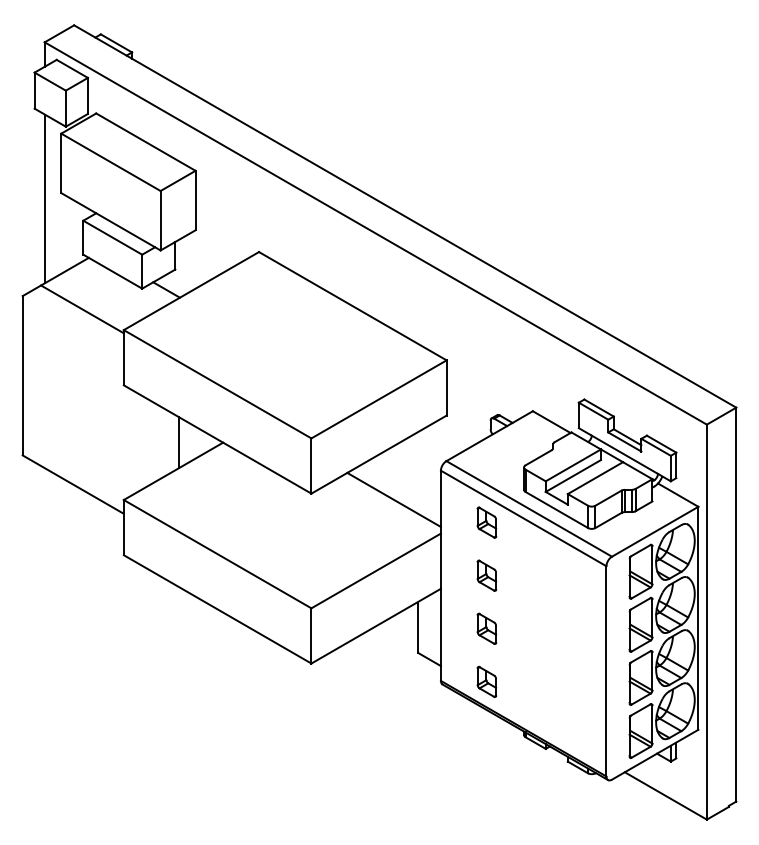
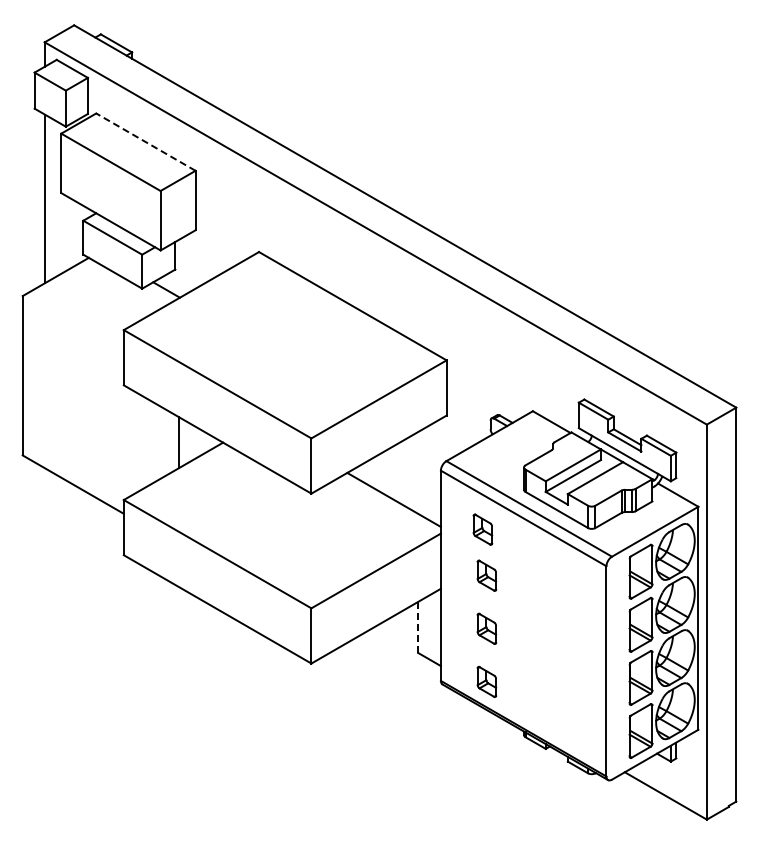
line at (145, 141): solid -> dashed
line at (82, 309): present -> none
part at (486, 522) position: (486, 522) -> (482, 529)
line at (418, 629): solid -> dashed
